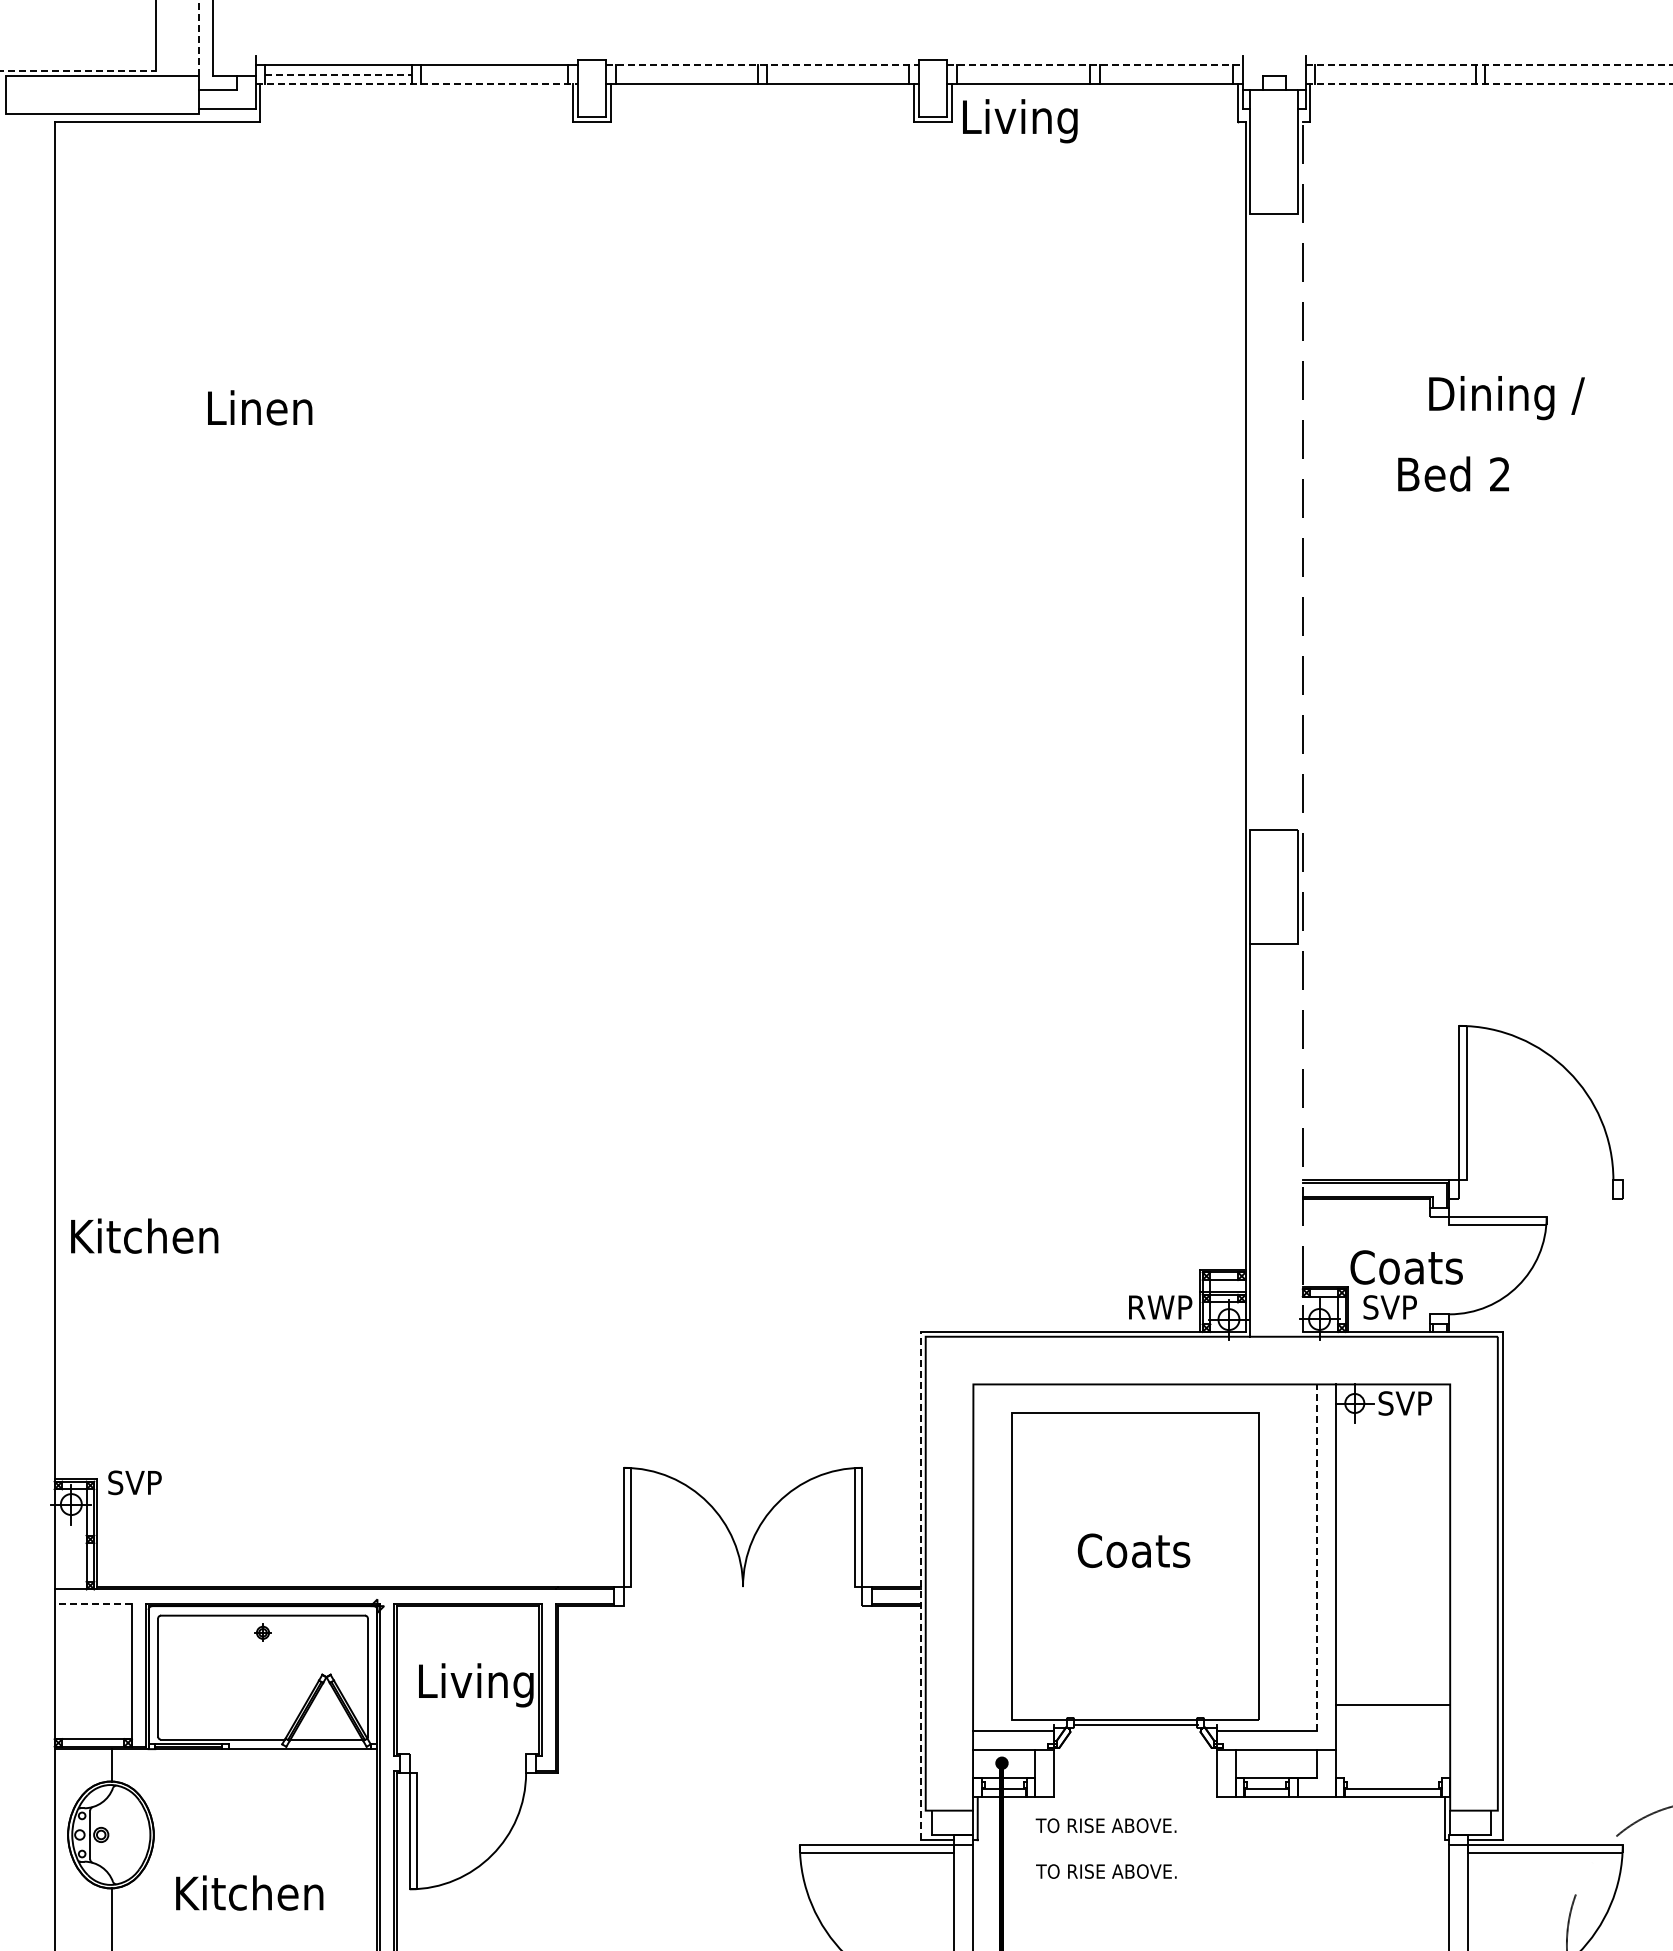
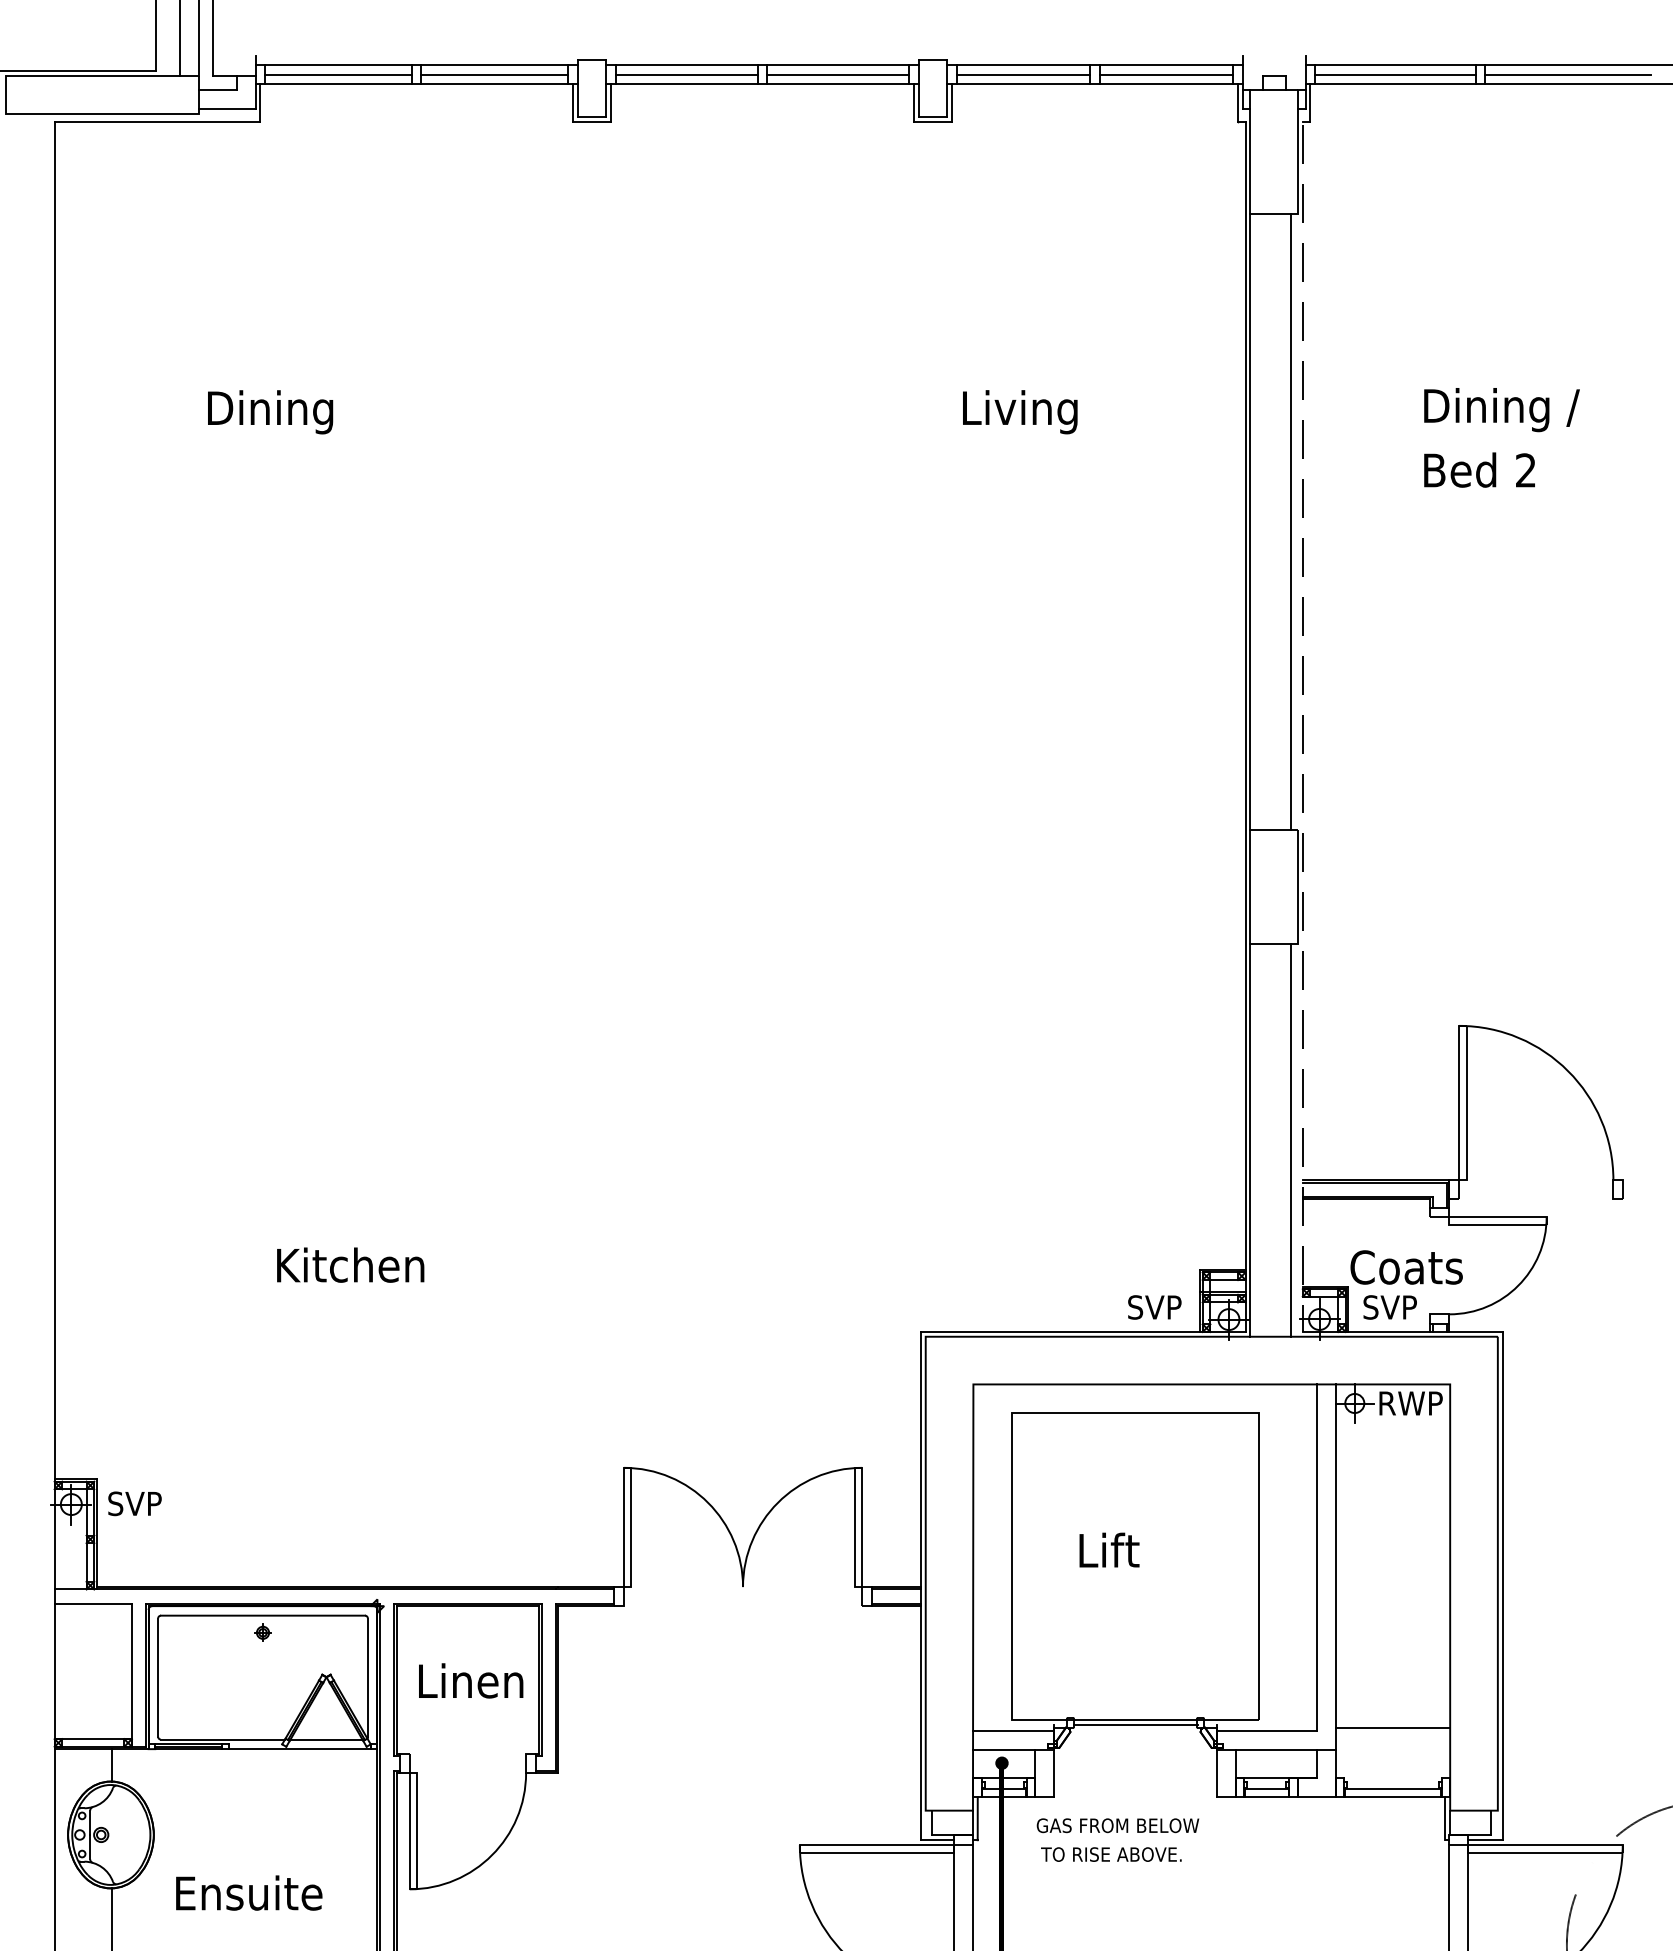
line at (199, 38): dashed -> solid
line at (180, 39): none -> present
line at (763, 65): dashed -> solid
line at (1095, 65): dashed -> solid
line at (1489, 65): dashed -> solid
line at (78, 71): dashed -> solid
line at (338, 74): dashed -> solid
line at (494, 74): none -> present
line at (686, 74): none -> present
line at (838, 74): none -> present
line at (1023, 74): none -> present
line at (1166, 74): none -> present
line at (1395, 74): none -> present
line at (1567, 74): none -> present
line at (417, 84): dashed -> solid
line at (1489, 84): dashed -> solid
text at (1020, 121) position: (1020, 121) -> (1020, 412)
text at (1506, 398) position: (1506, 398) -> (1501, 410)
text at (272, 412): Linen -> Dining
text at (1453, 473) position: (1453, 473) -> (1479, 469)
line at (1250, 521): none -> present
line at (1291, 521): none -> present
line at (1291, 1140): none -> present
text at (144, 1235) position: (144, 1235) -> (350, 1264)
text at (1160, 1307): RWP -> SVP
text at (1410, 1403): SVP -> RWP
text at (134, 1482) position: (134, 1482) -> (134, 1503)
text at (1133, 1550): Coats -> Lift
line at (1316, 1556): dashed -> solid
line at (920, 1585): dashed -> solid
line at (93, 1603): dashed -> solid
text at (491, 1685): Living -> Linen
line at (1392, 1704) position: (1392, 1704) -> (1392, 1727)
text at (1117, 1825): TO RISE ABOVE. -> GAS FROM BELOW
text at (1106, 1871) position: (1106, 1871) -> (1111, 1854)
text at (251, 1892): Kitchen -> Ensuite
